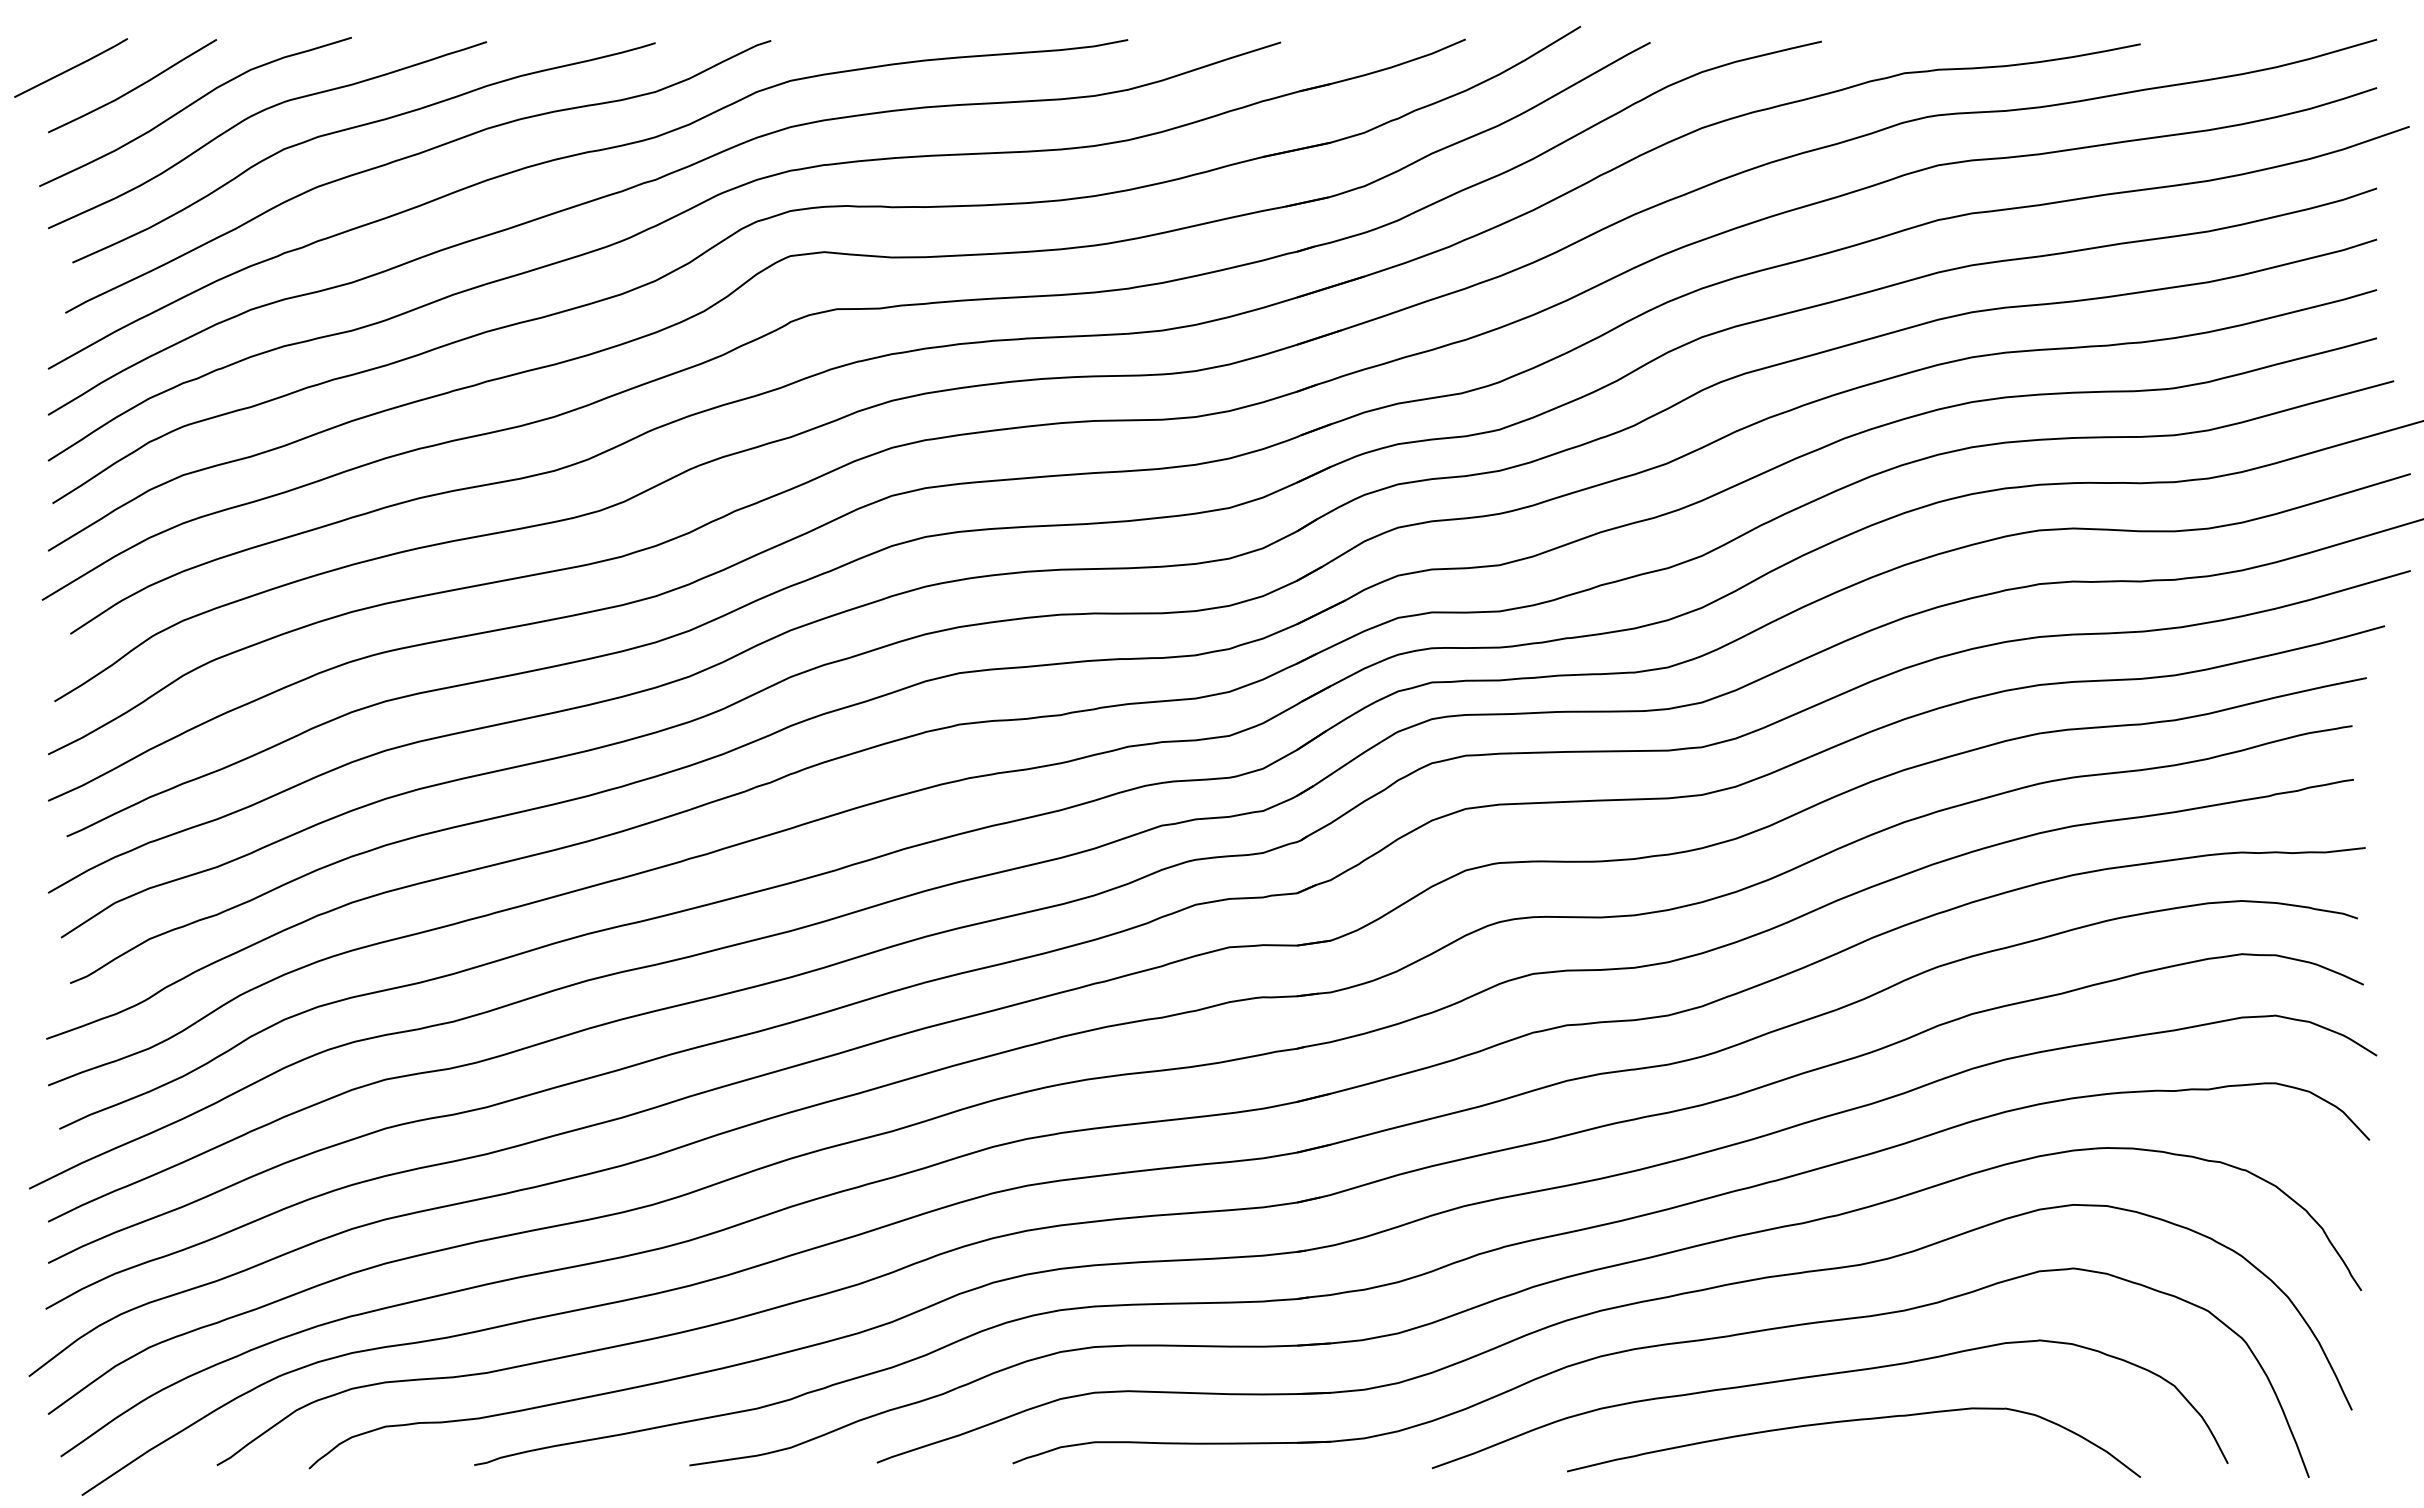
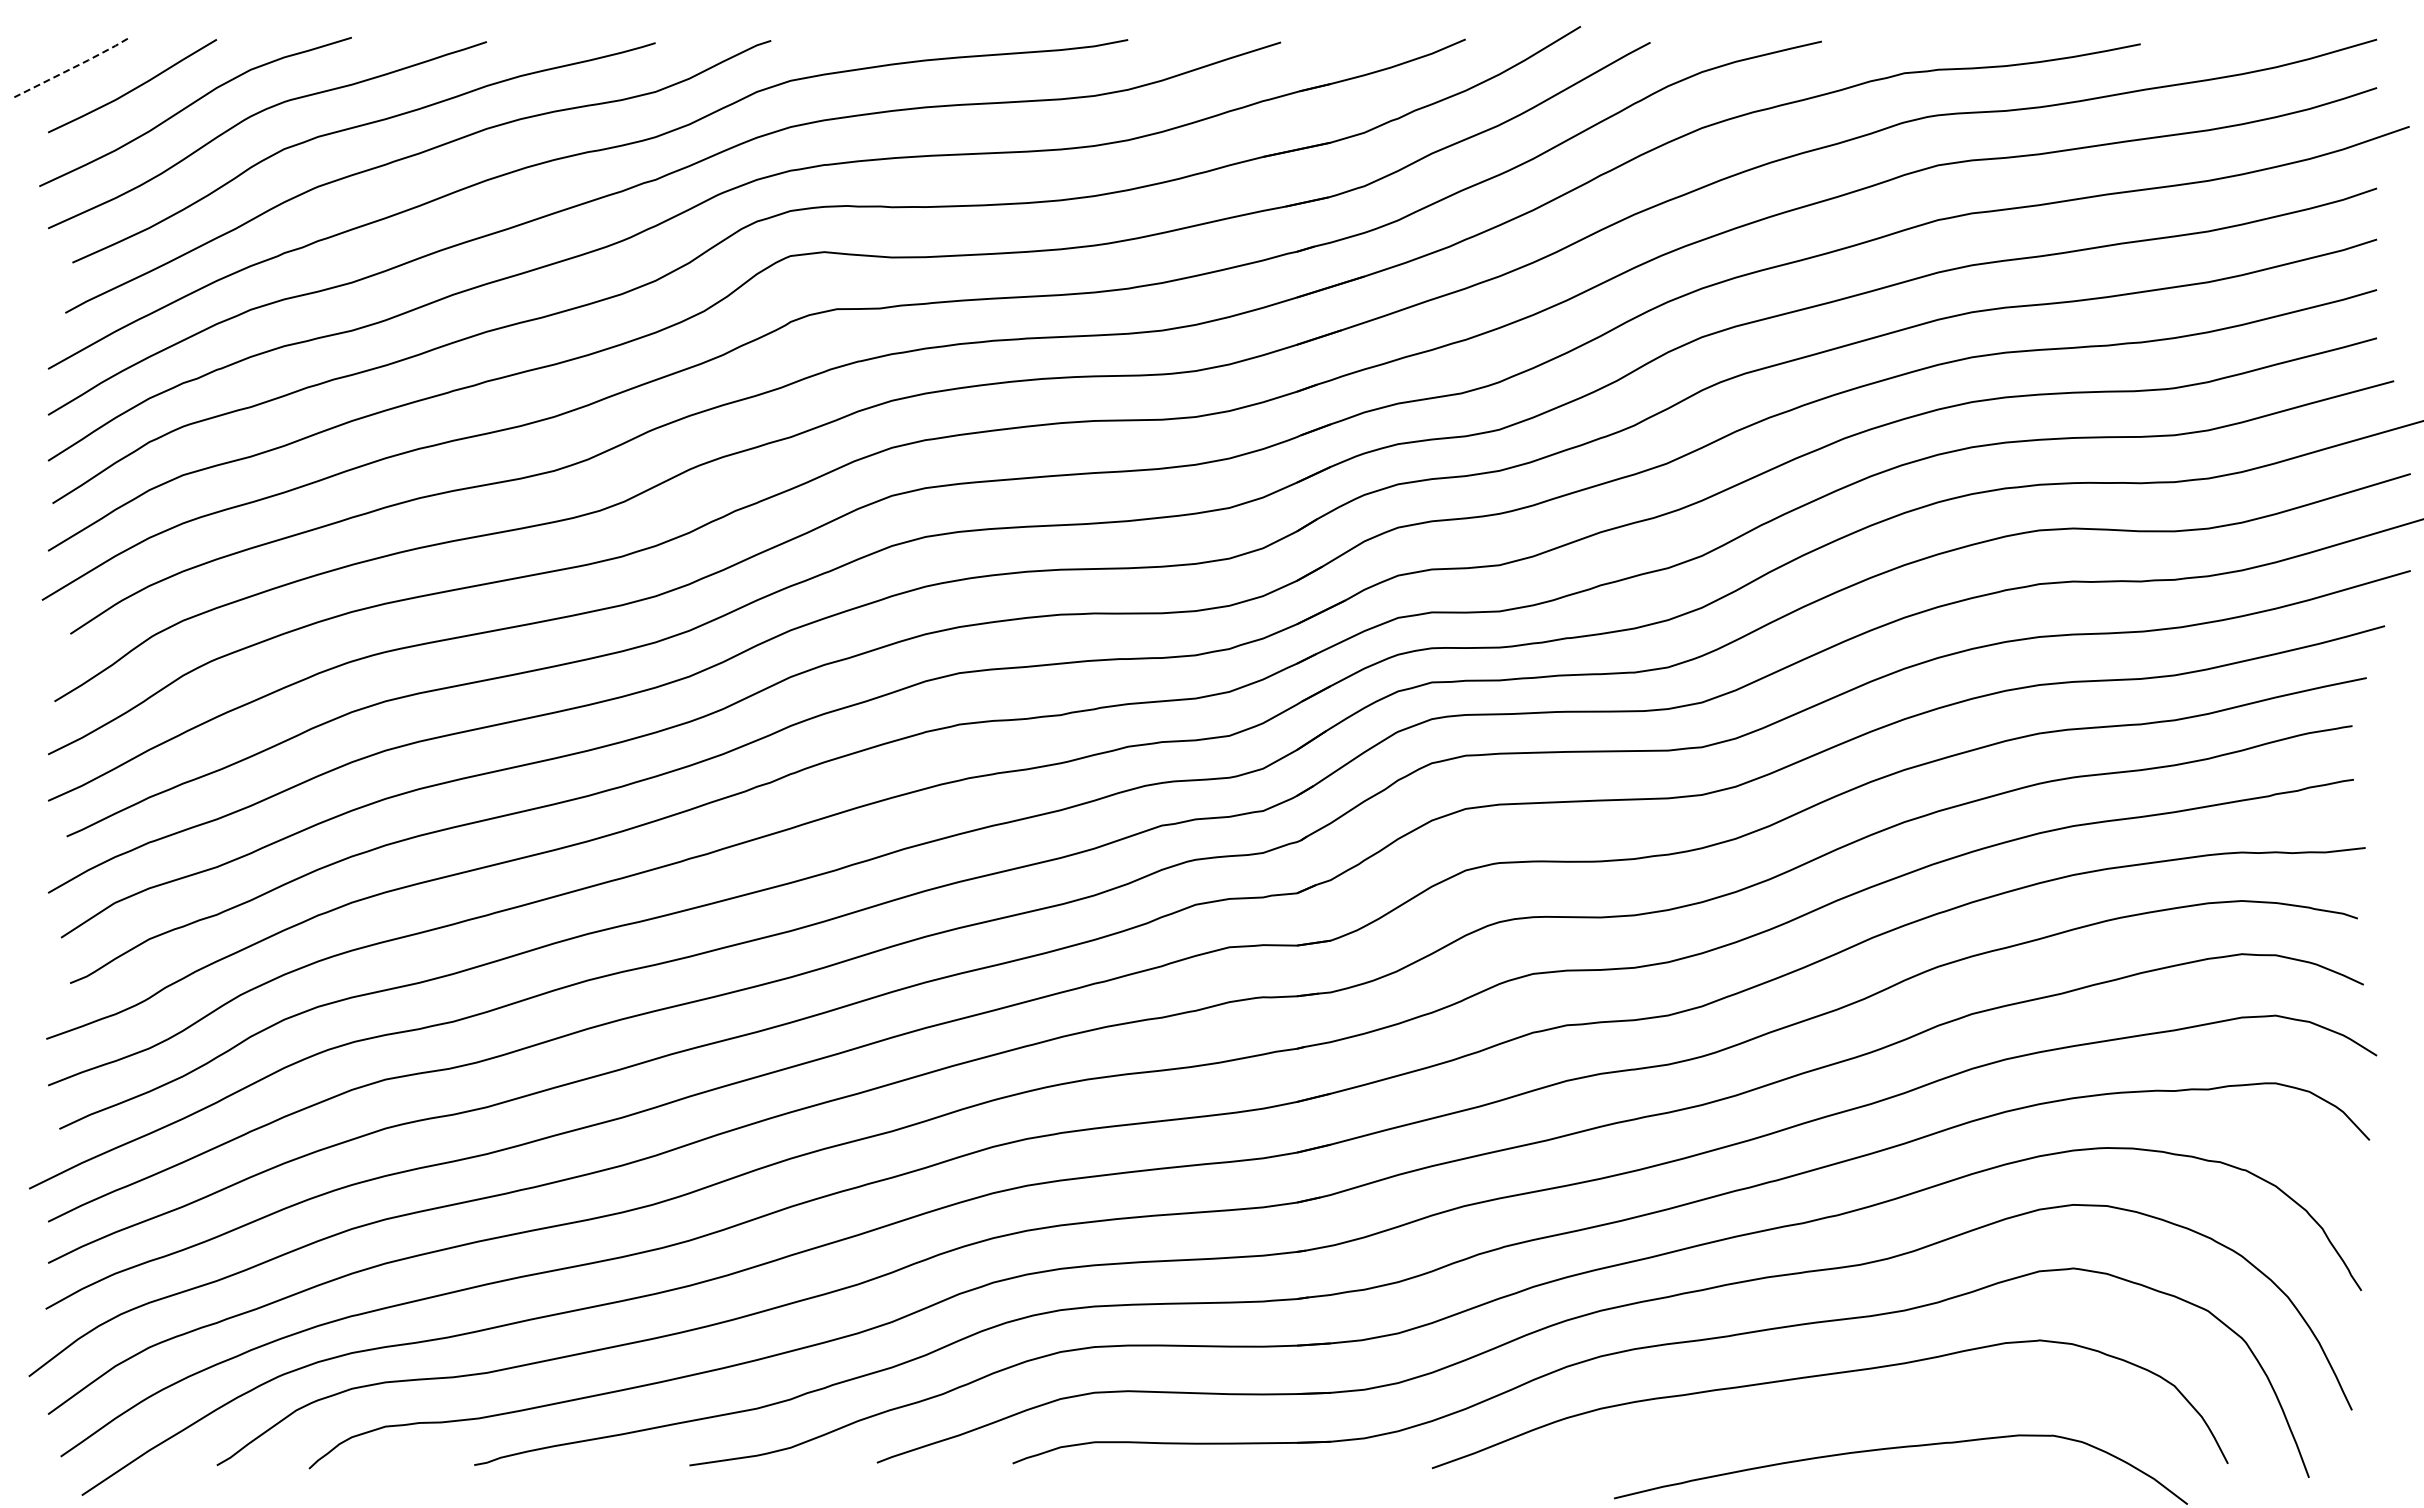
line at (72, 68): solid -> dashed
curve at (1854, 1421) position: (1854, 1421) -> (1901, 1448)
